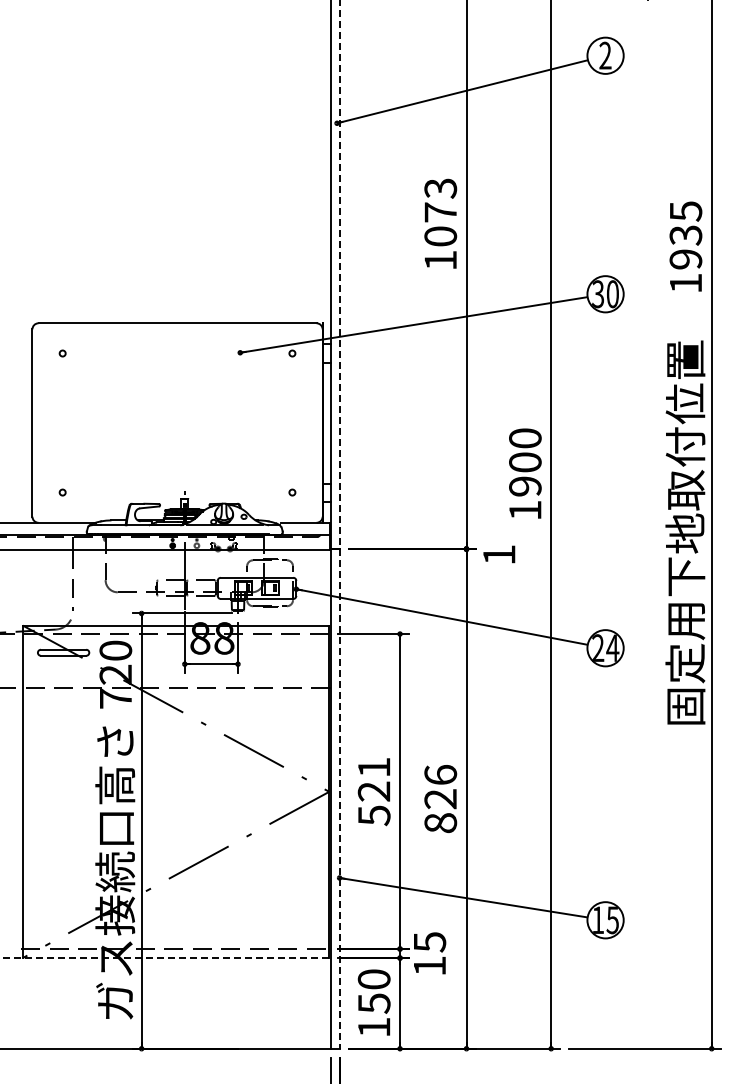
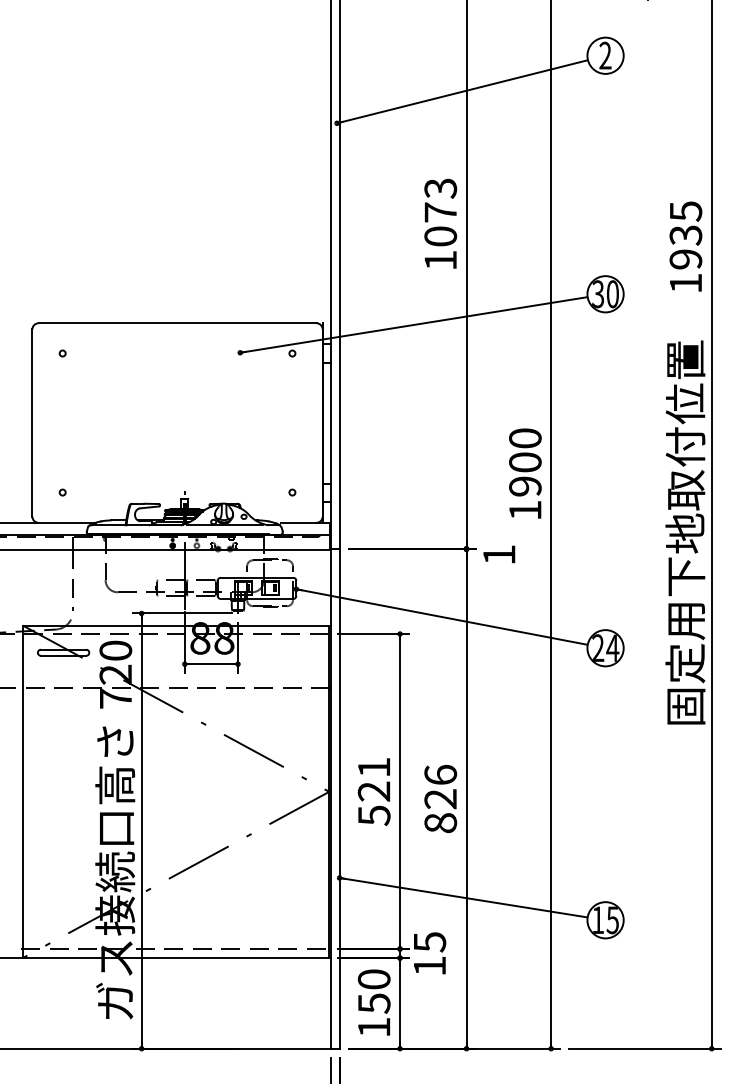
line at (339, 524): dashed -> solid
line at (165, 958): dashed -> solid
